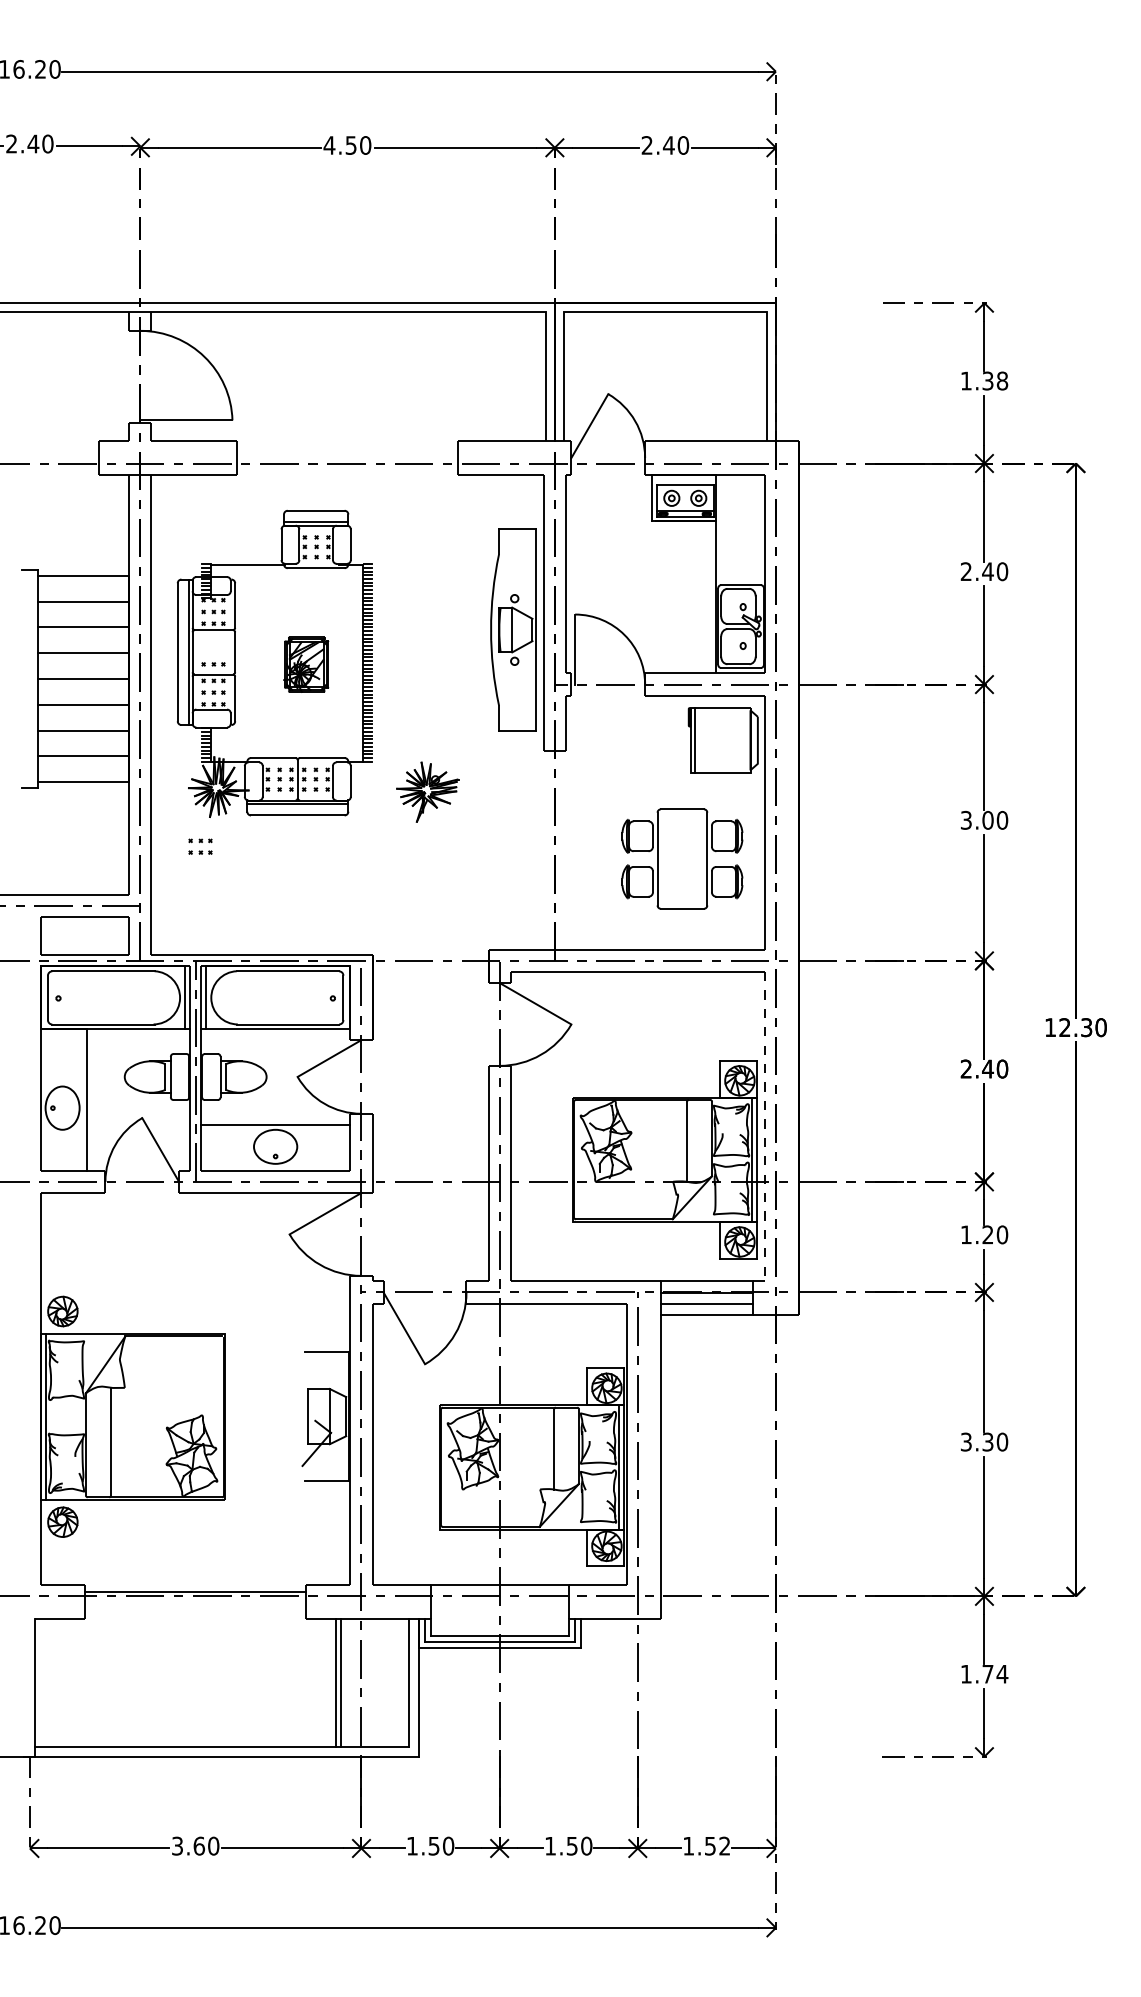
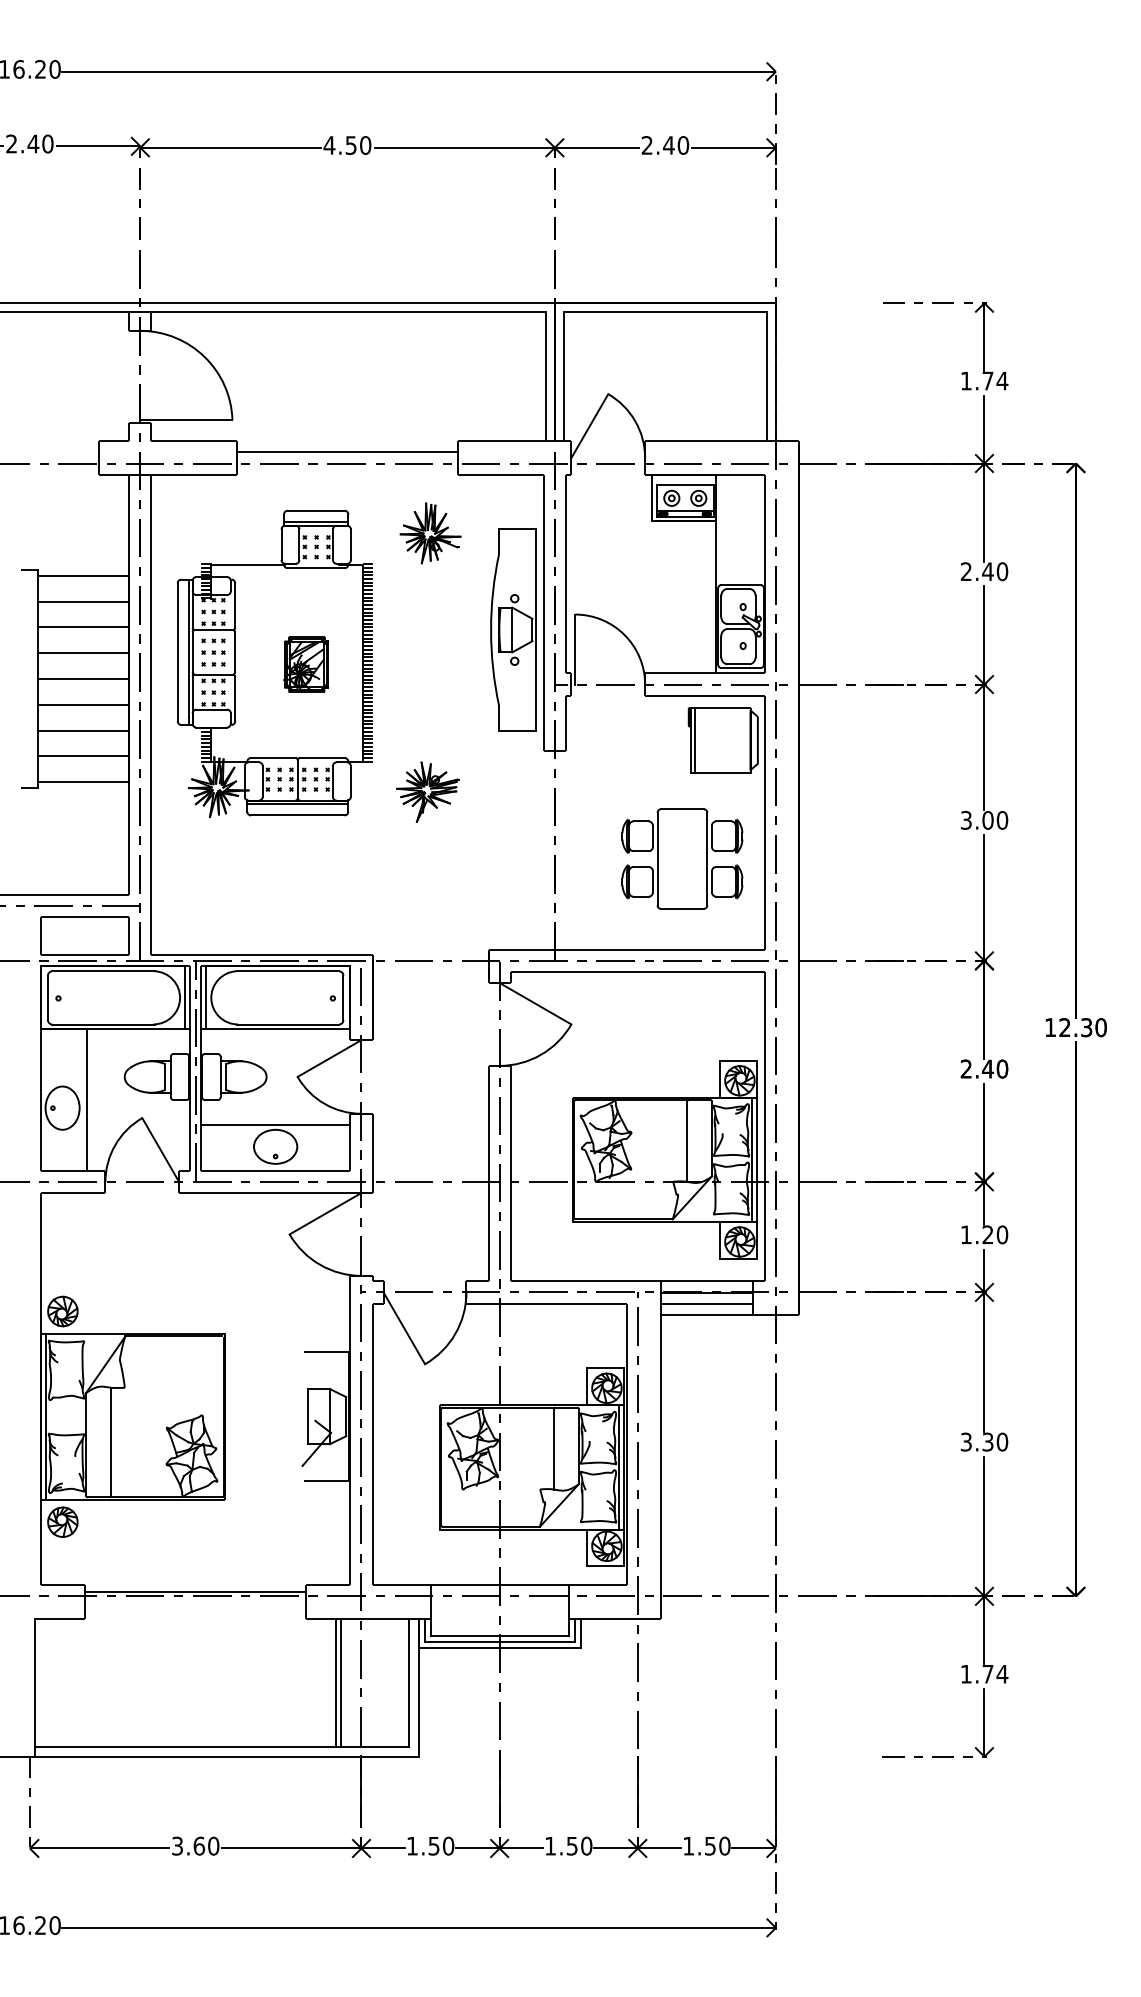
text at (995, 380): 1.38 -> 1.74
line at (347, 451): none -> present
part at (430, 533): none -> present
part at (200, 846) position: (200, 846) -> (213, 646)
line at (764, 1126): dashed -> solid
text at (724, 1845): 1.52 -> 1.50
